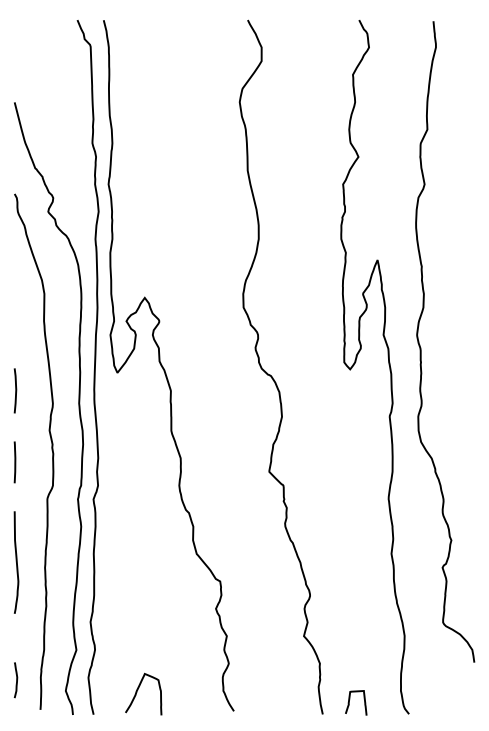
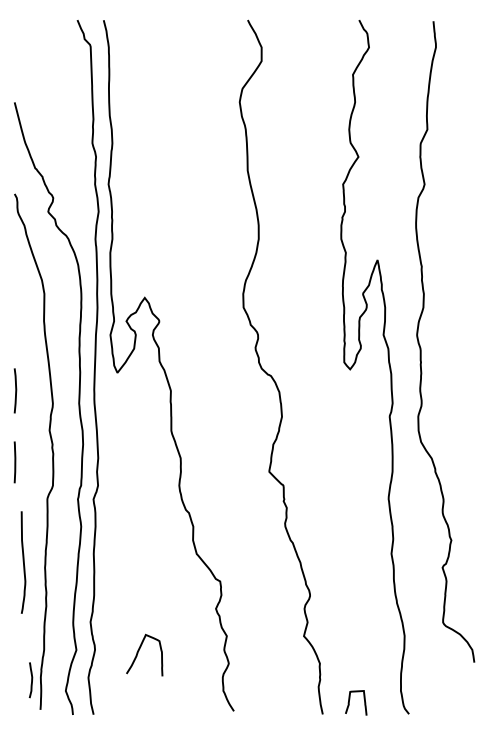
curve at (16, 562) position: (16, 562) -> (23, 562)
curve at (16, 680) position: (16, 680) -> (31, 680)
curve at (138, 690) position: (138, 690) -> (139, 651)
